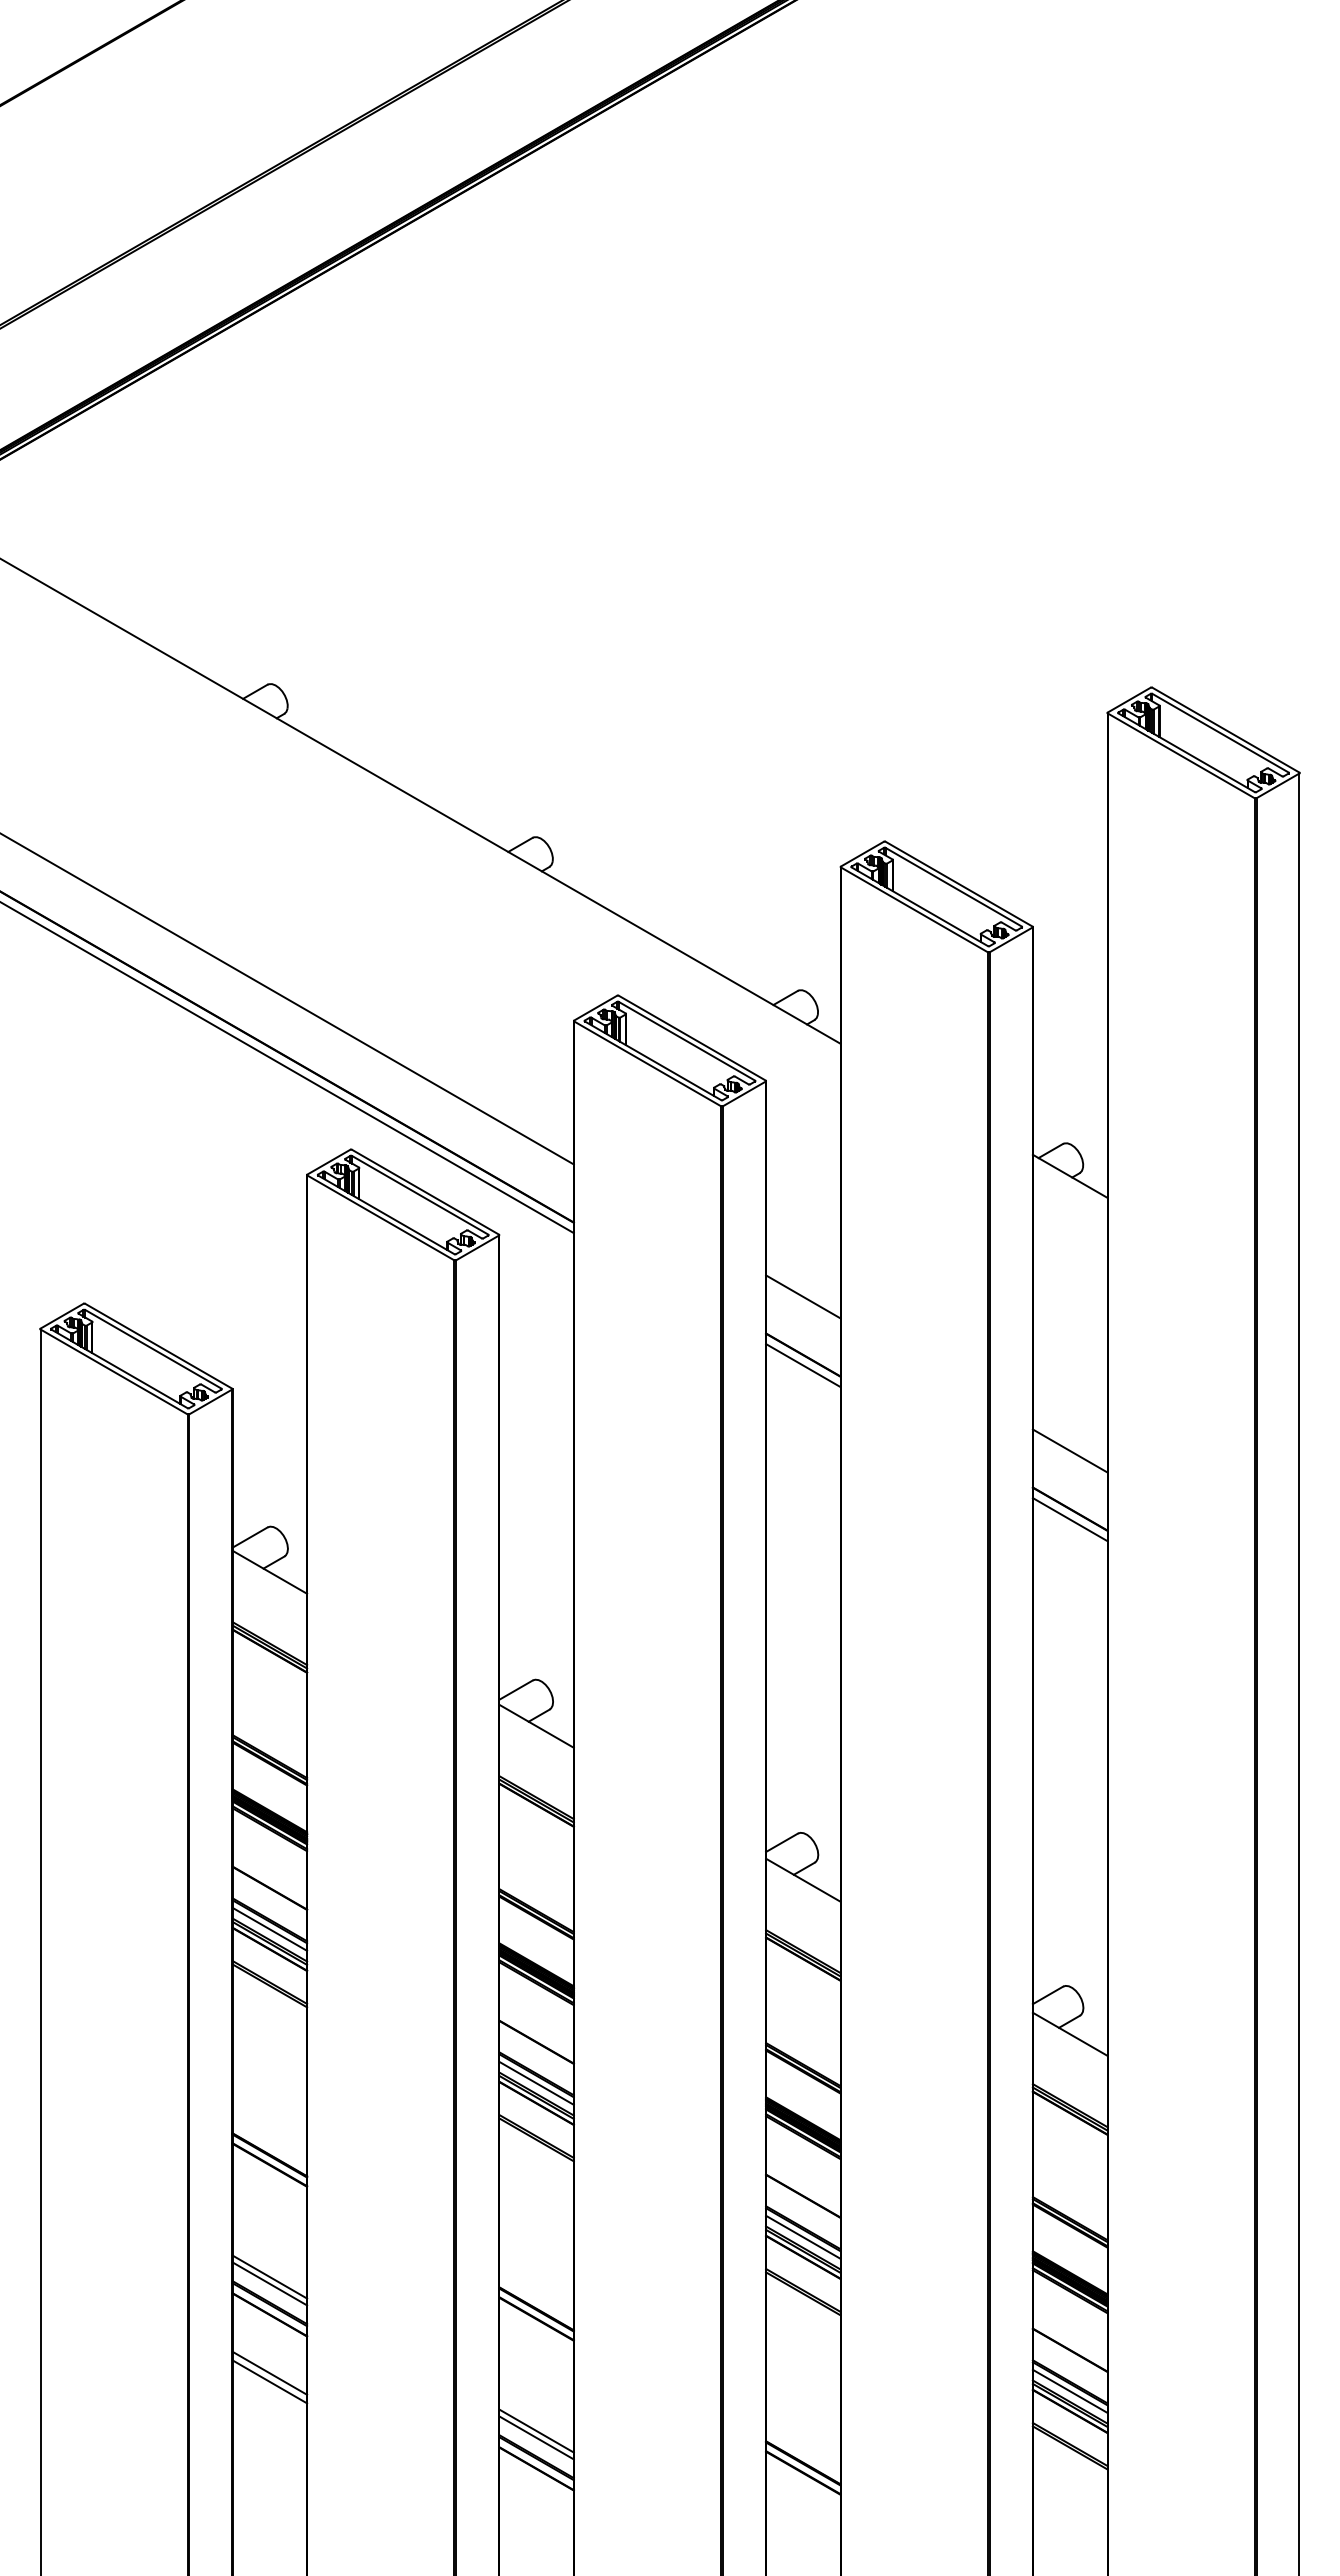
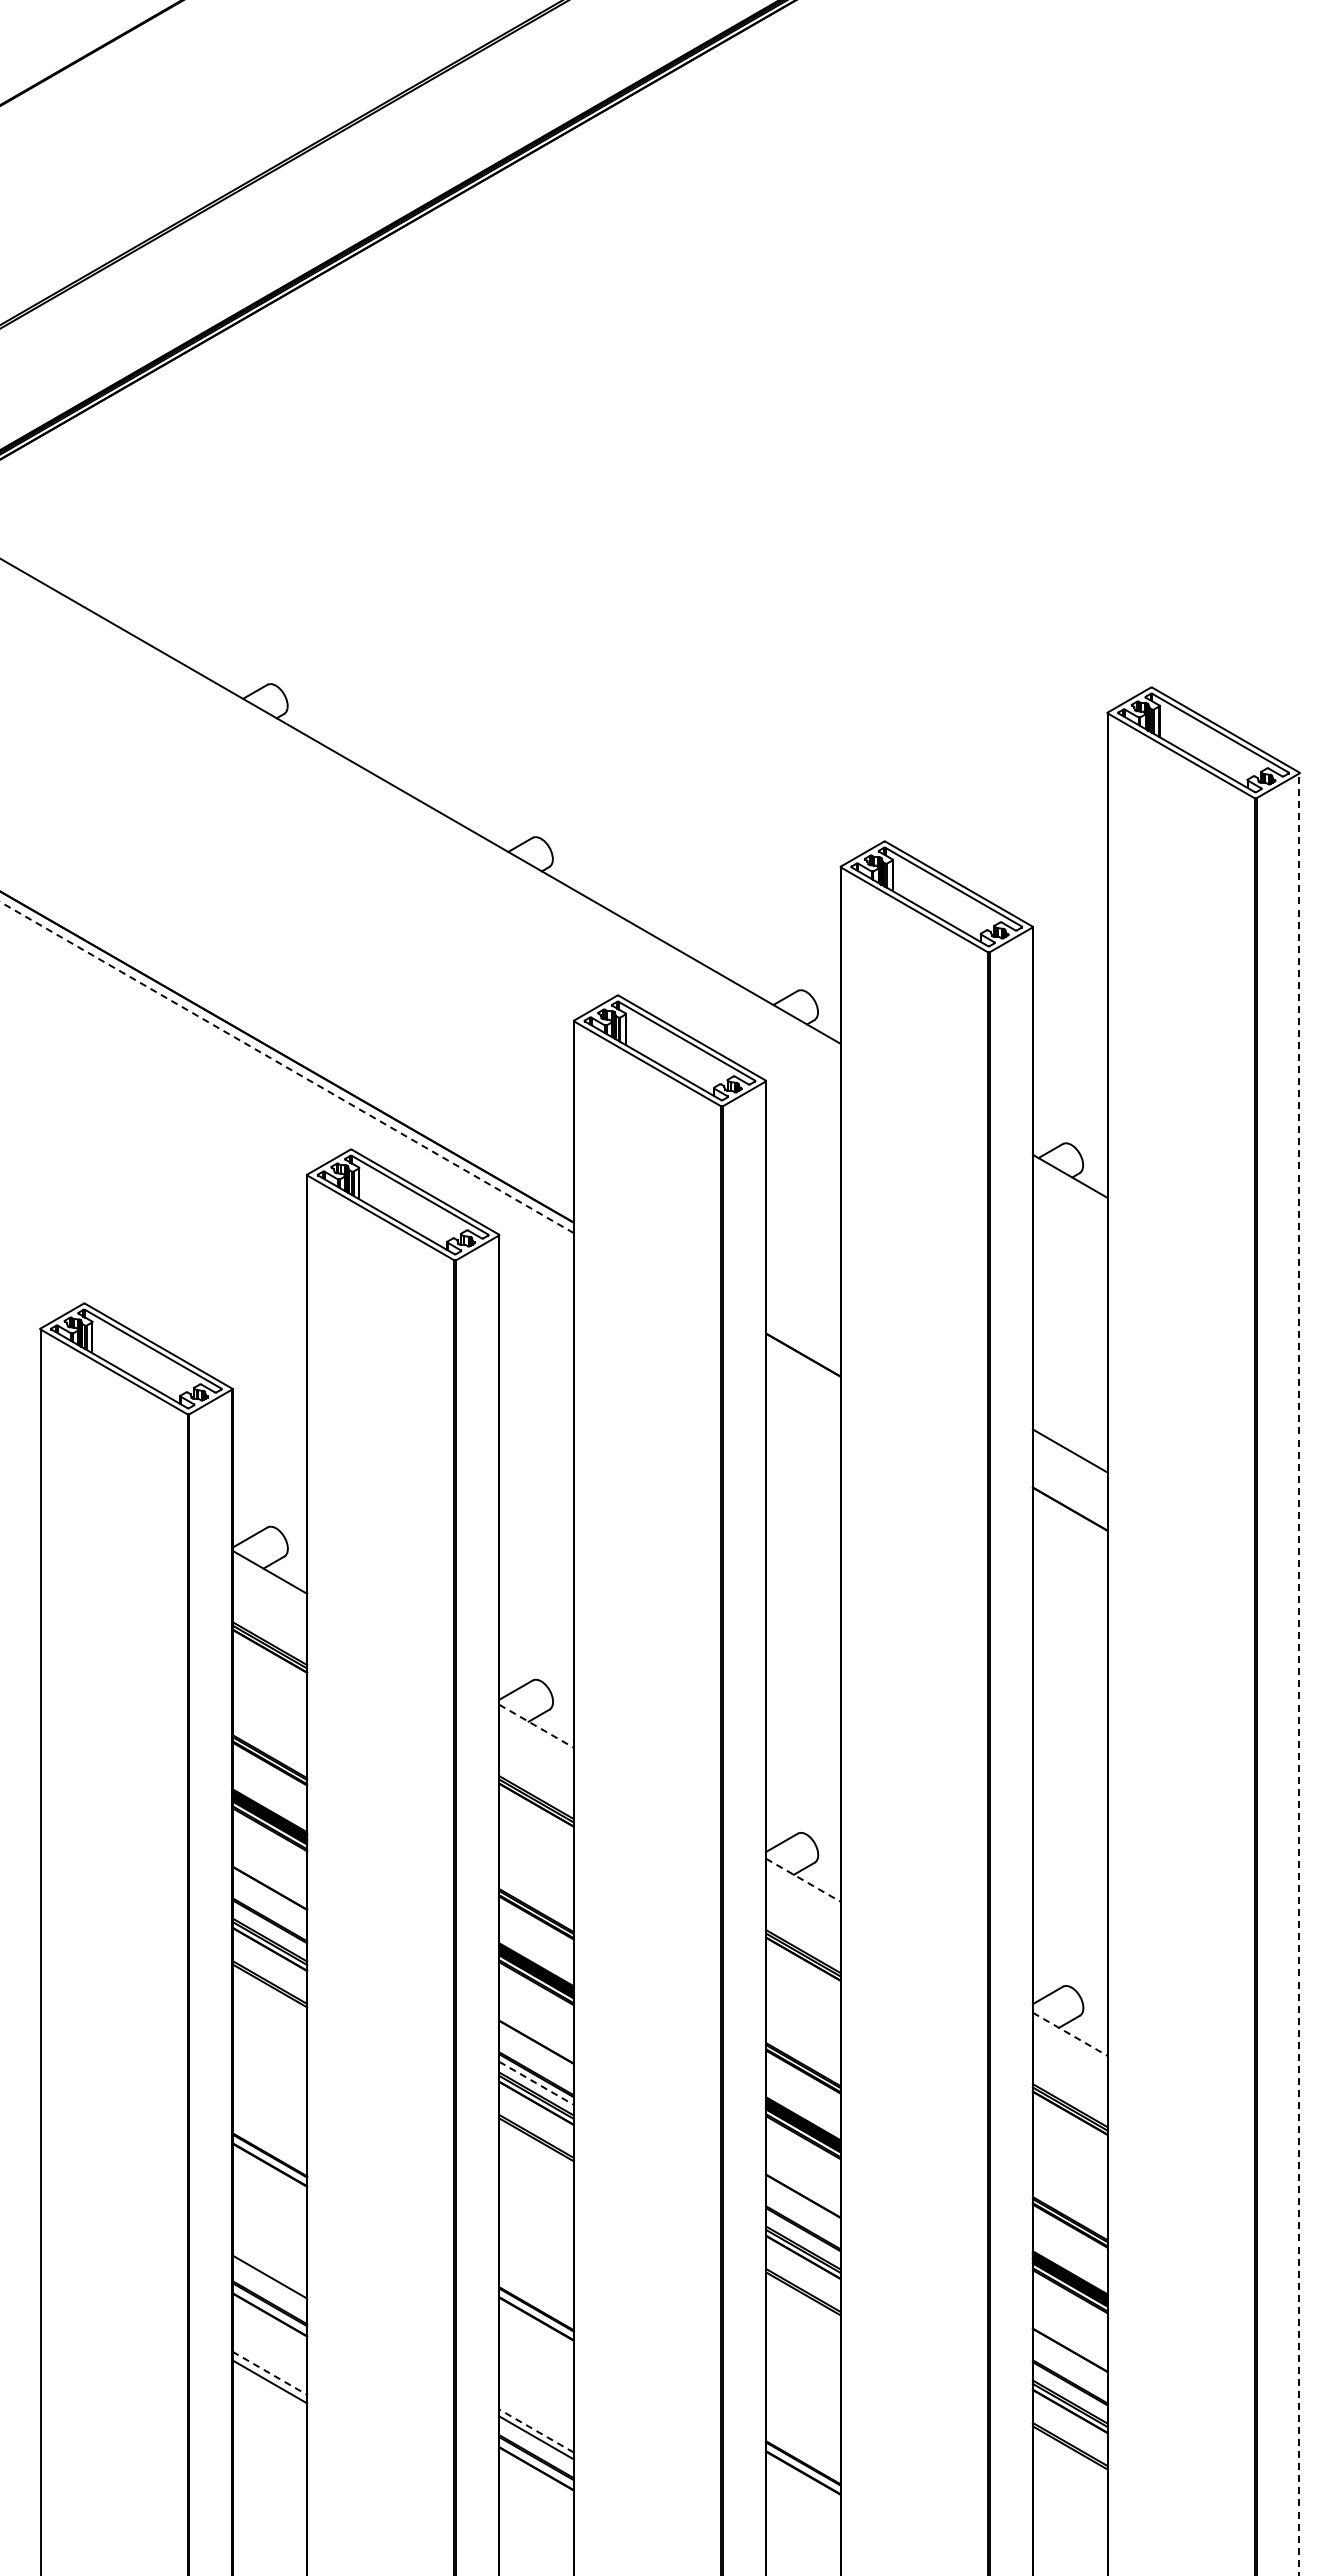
line at (287, 999): present -> none
line at (287, 1067): solid -> dashed
line at (803, 1296): present -> none
line at (803, 1365): present -> none
line at (1069, 1519): present -> none
line at (1299, 1674): solid -> dashed
line at (537, 1726): solid -> dashed
line at (803, 1880): solid -> dashed
line at (269, 1928): present -> none
line at (1070, 2034): solid -> dashed
line at (537, 2083): solid -> dashed
line at (803, 2236): present -> none
line at (269, 2283): present -> none
line at (270, 2373): solid -> dashed
line at (1069, 2390): present -> none
line at (536, 2430): solid -> dashed
